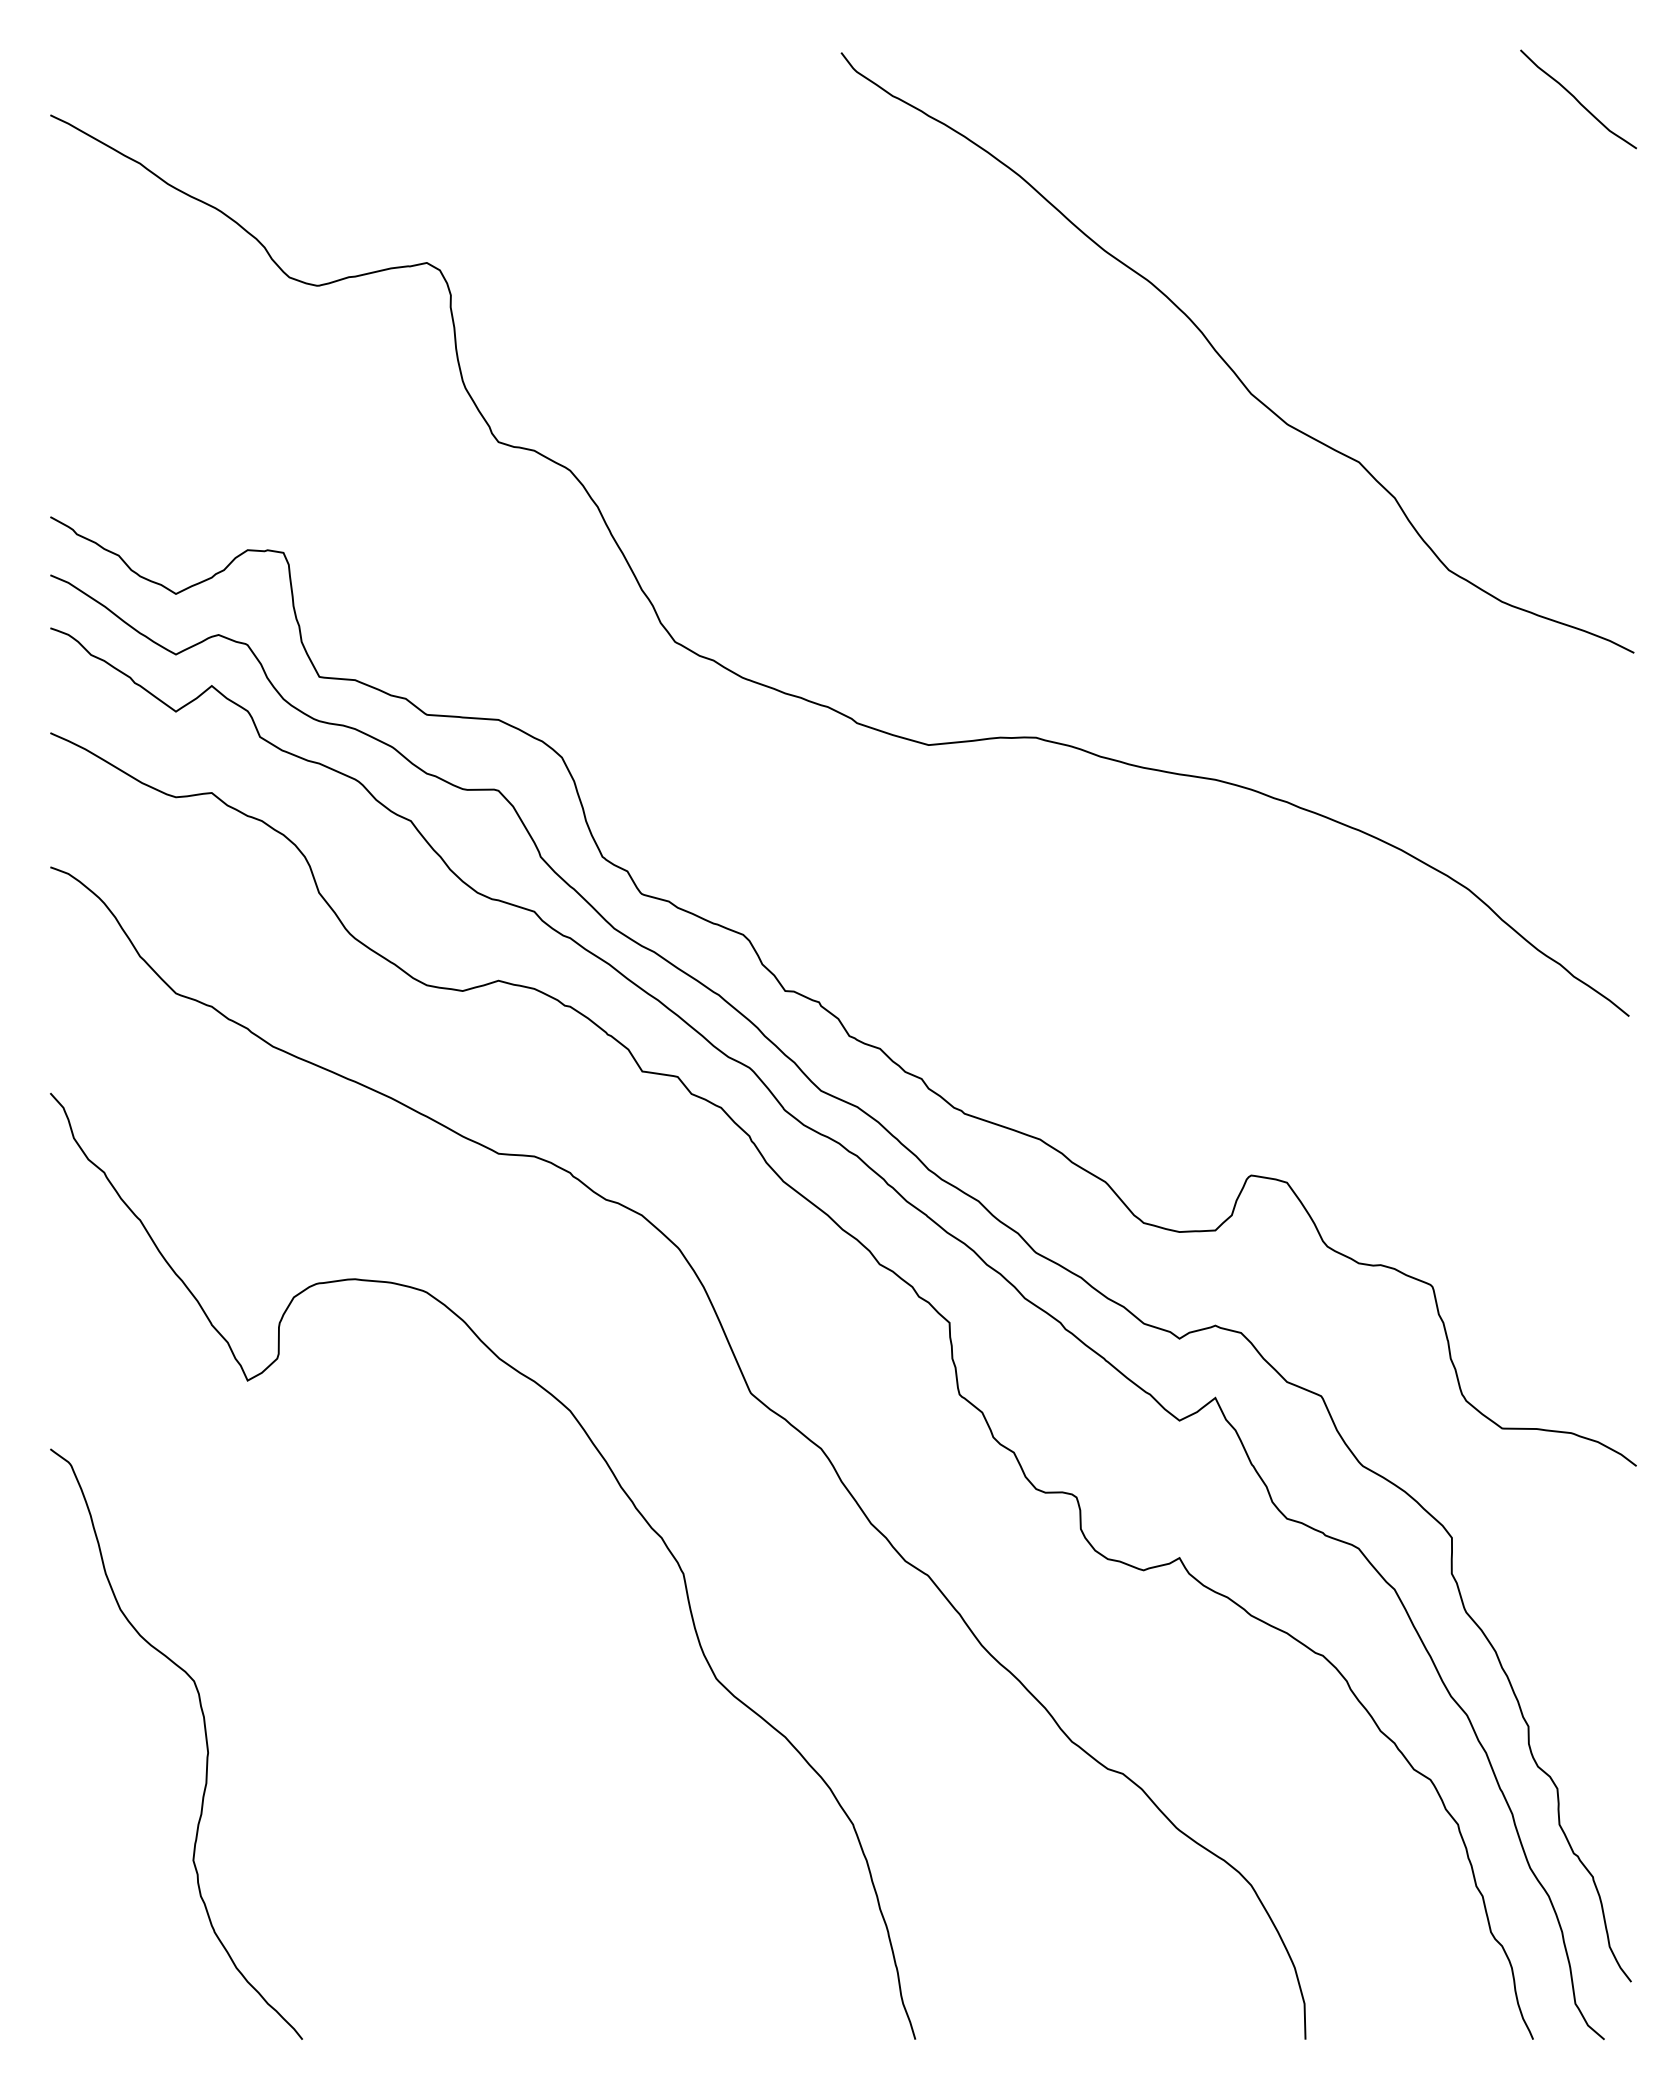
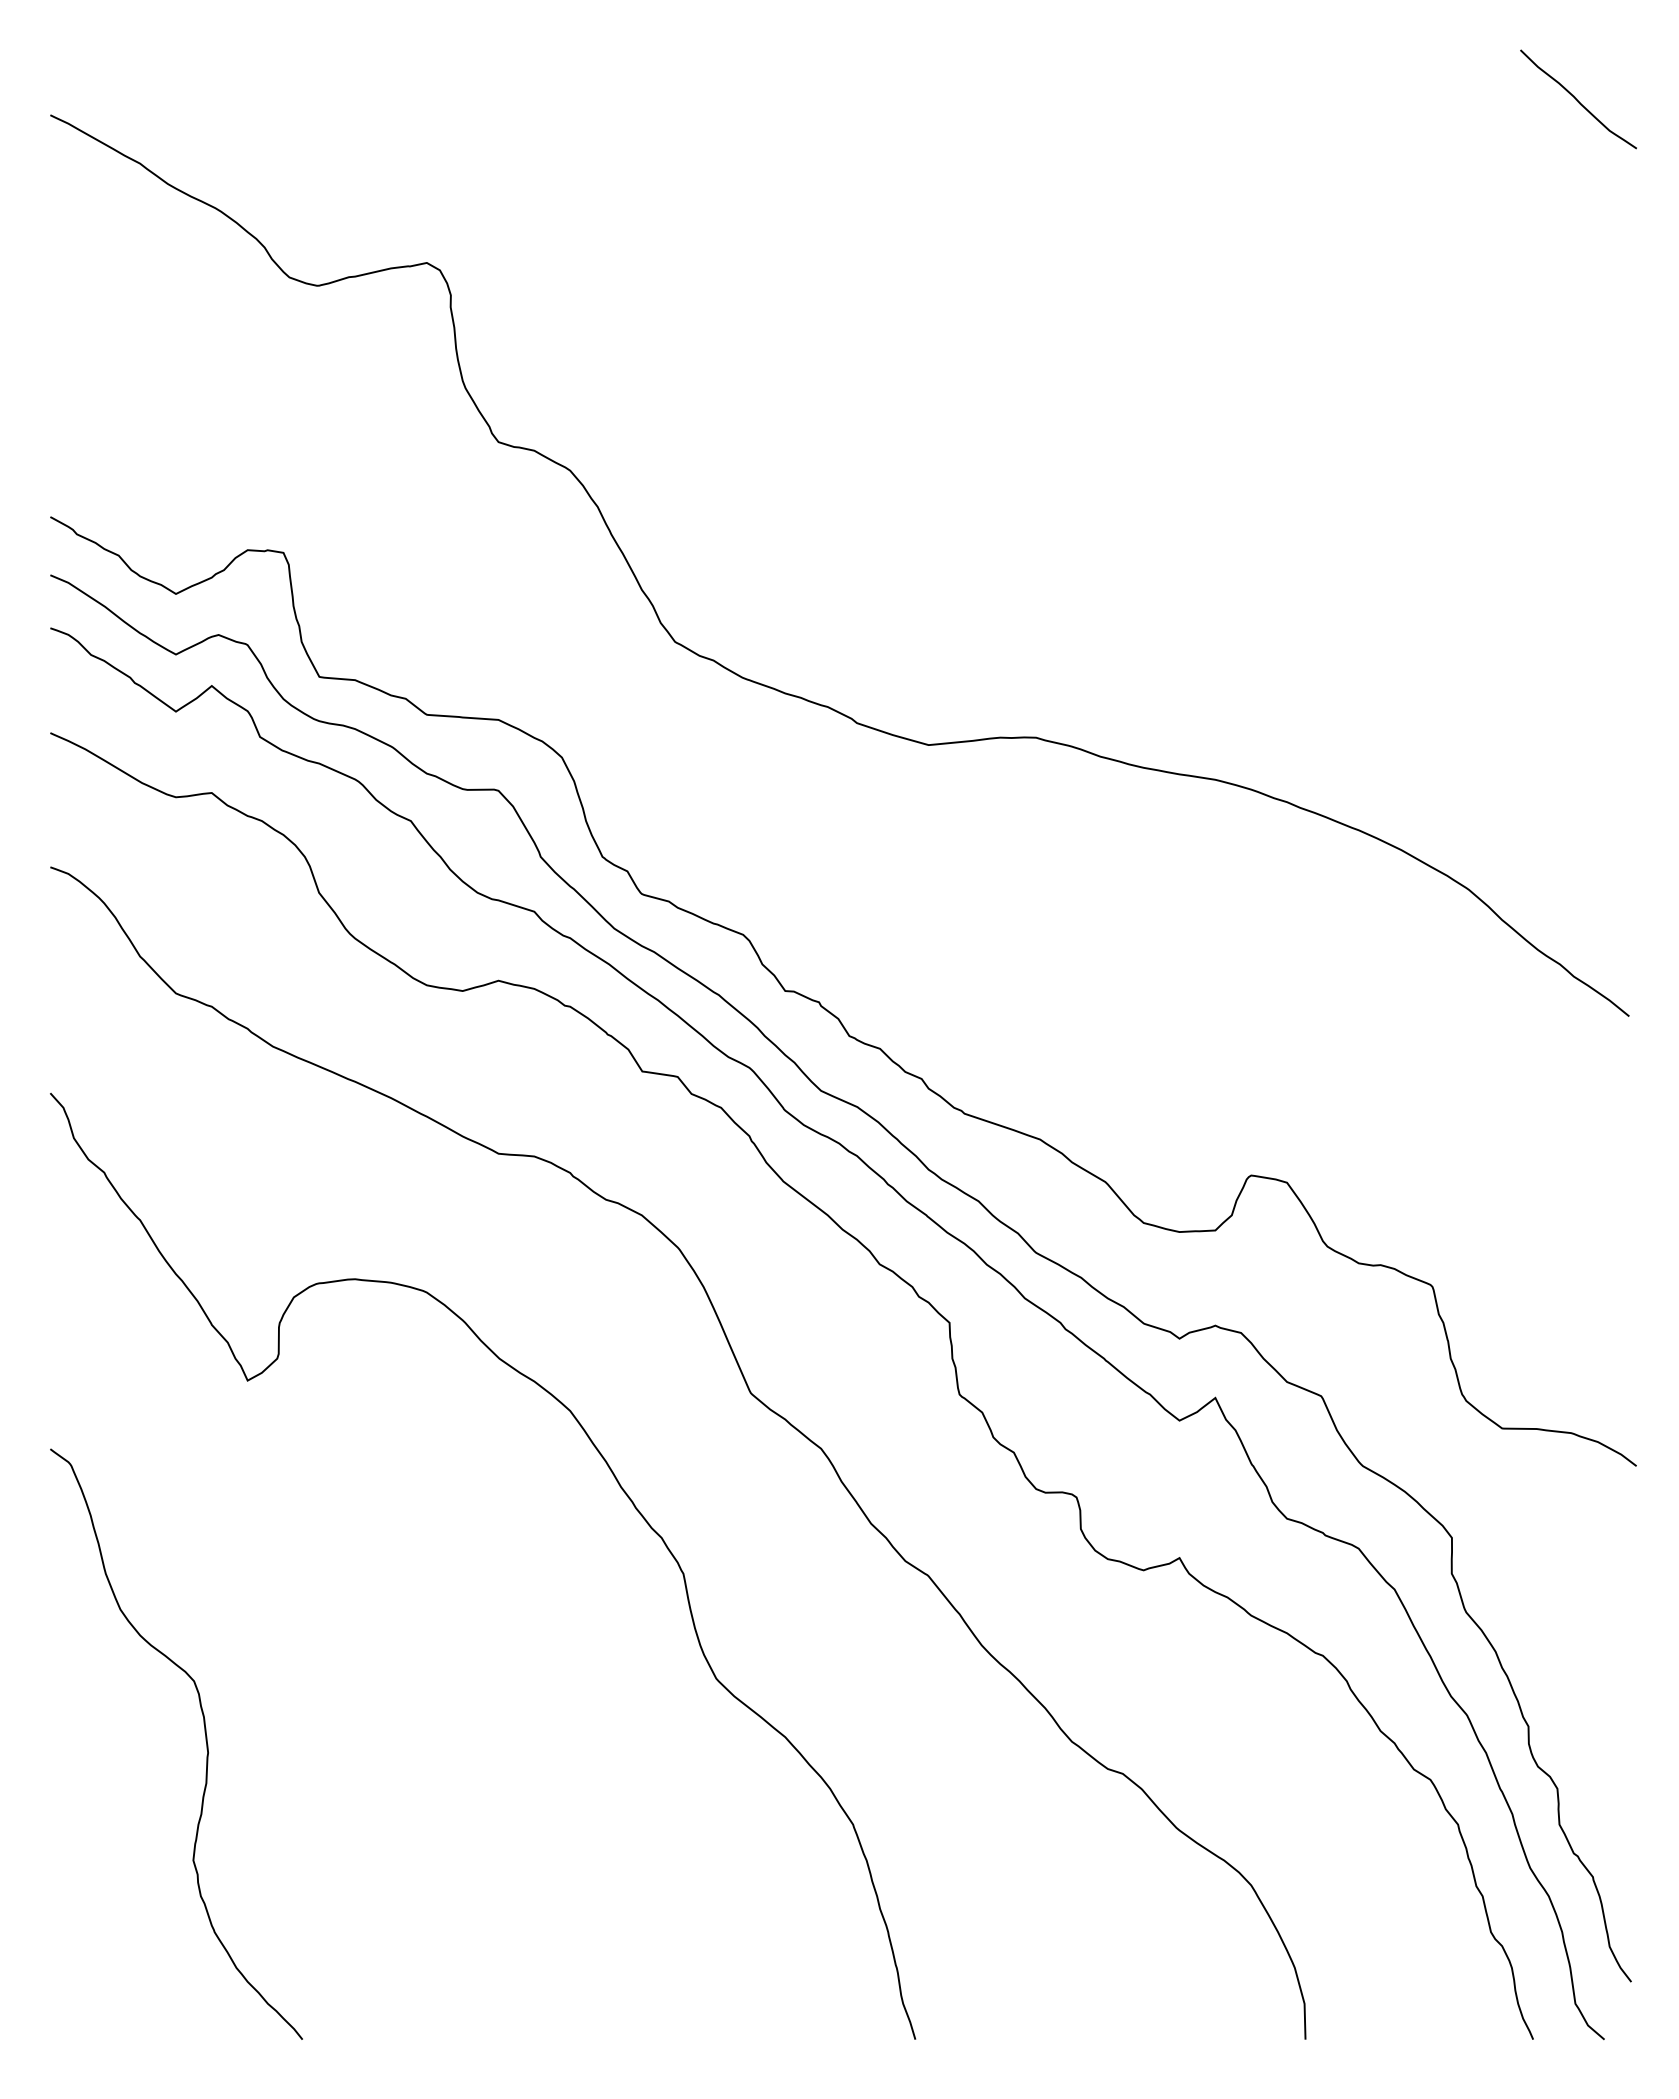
curve at (1225, 360): present -> none
